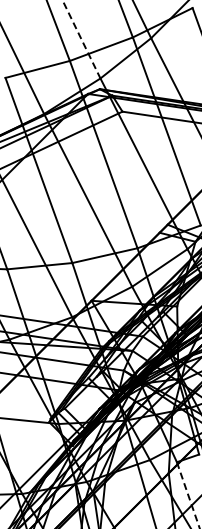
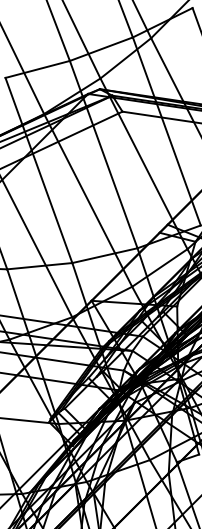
line at (81, 39): dashed -> solid
line at (188, 495): dashed -> solid
